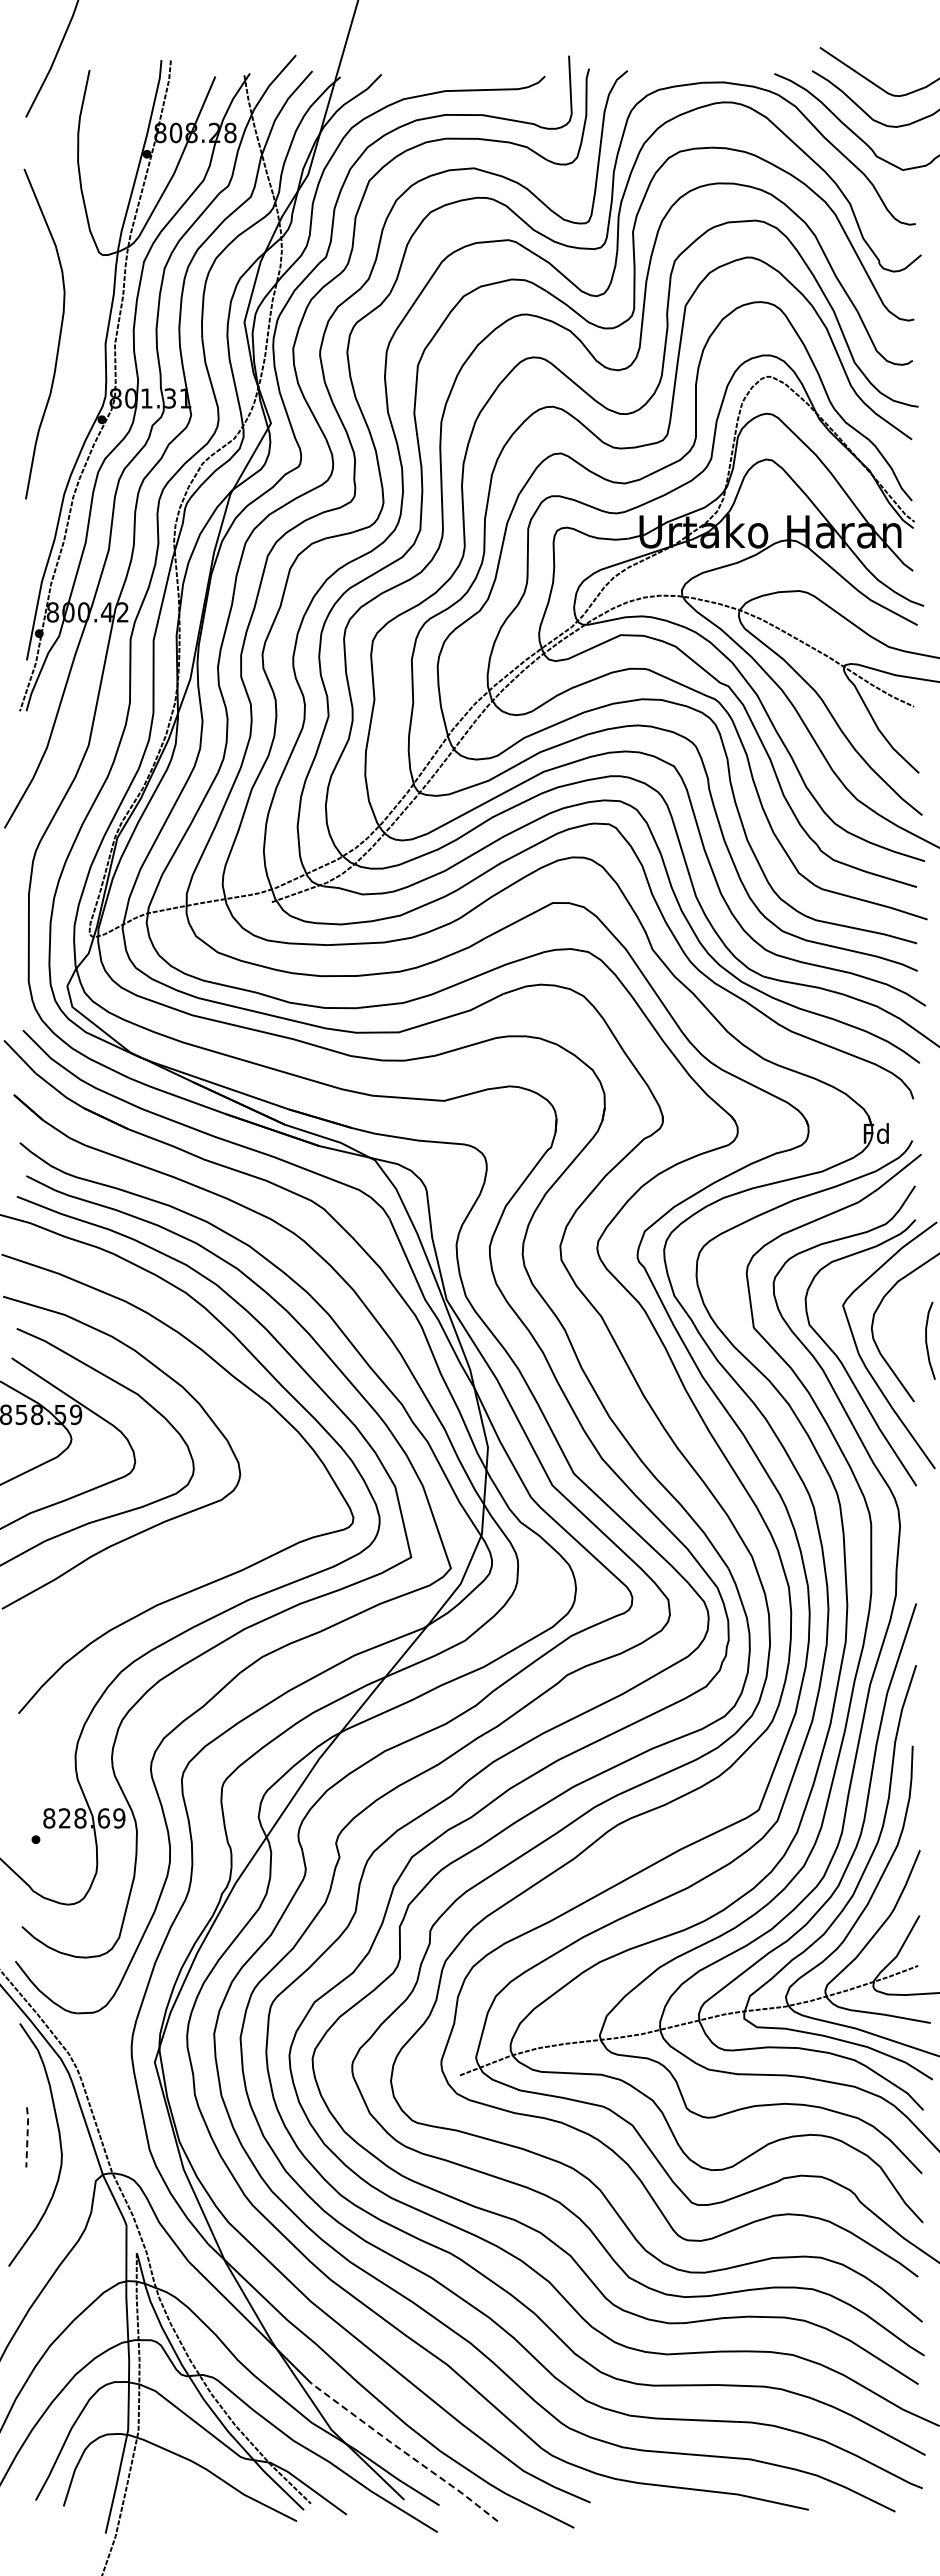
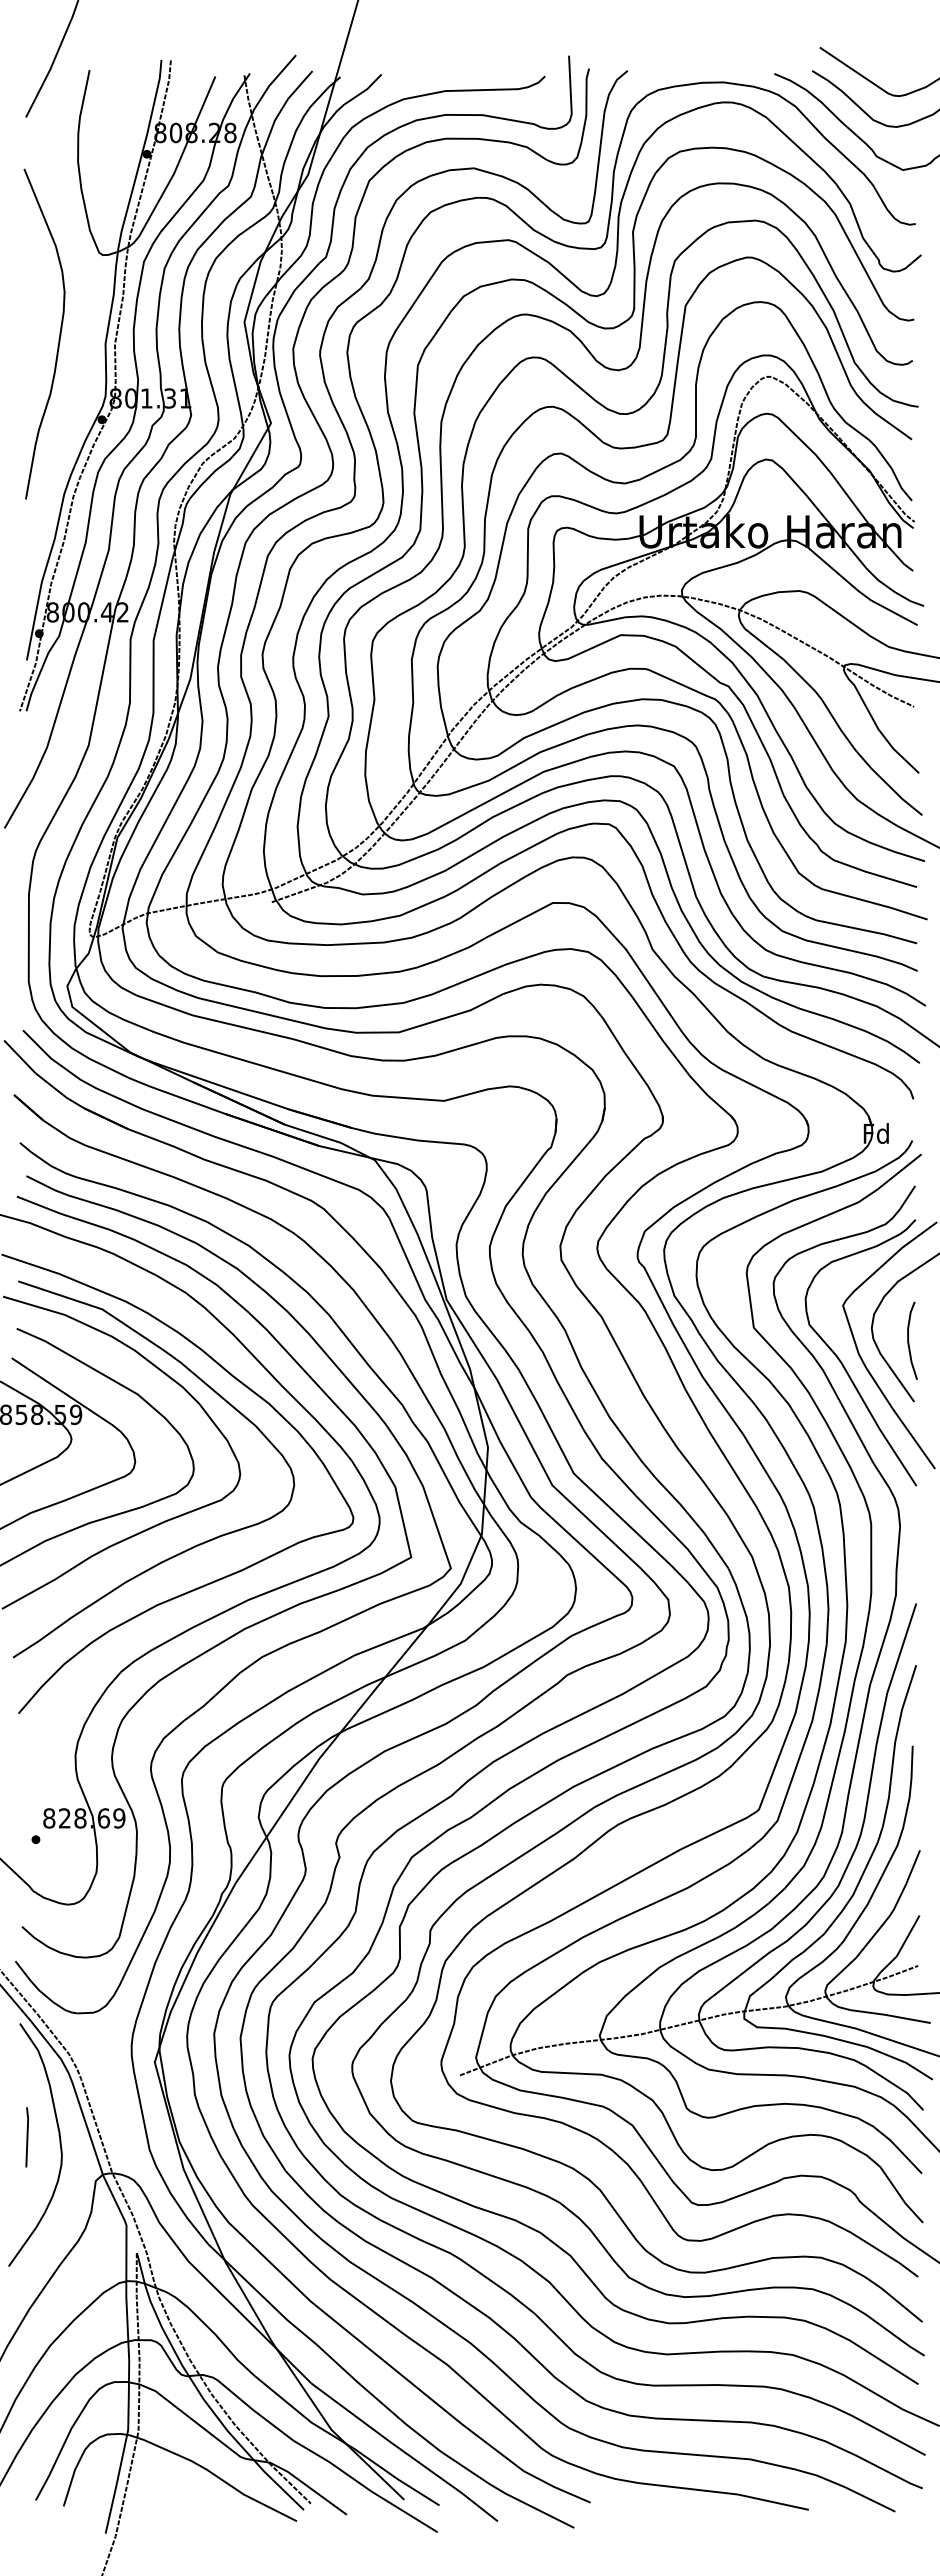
curve at (927, 1340) position: (927, 1340) -> (909, 1340)
curve at (192, 1546): none -> present
line at (27, 2136): dashed -> solid
line at (404, 2452): dashed -> solid
